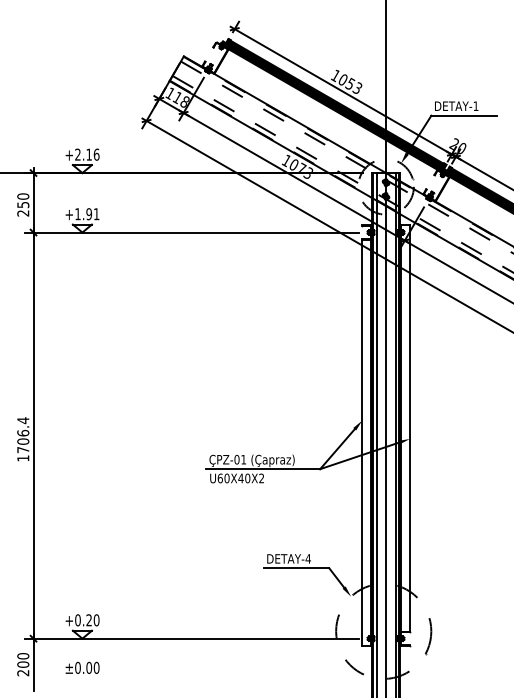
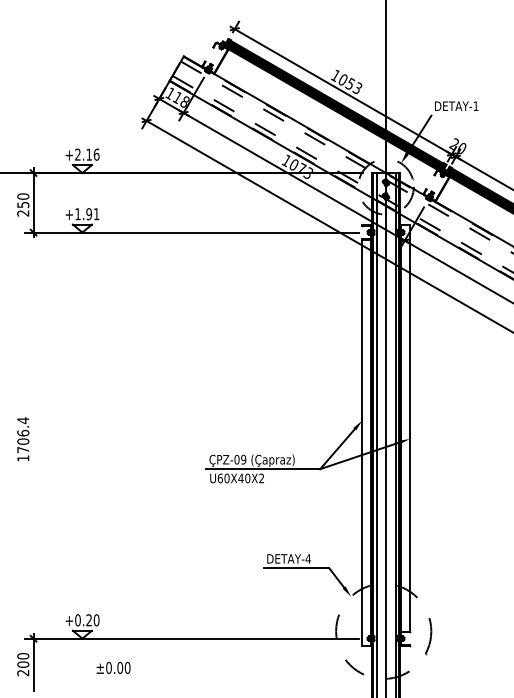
line at (464, 115): present -> none
line at (33, 435): present -> none
text at (243, 459): ÇPZ-01 -> ÇPZ-09
text at (82, 667) position: (82, 667) -> (113, 667)
